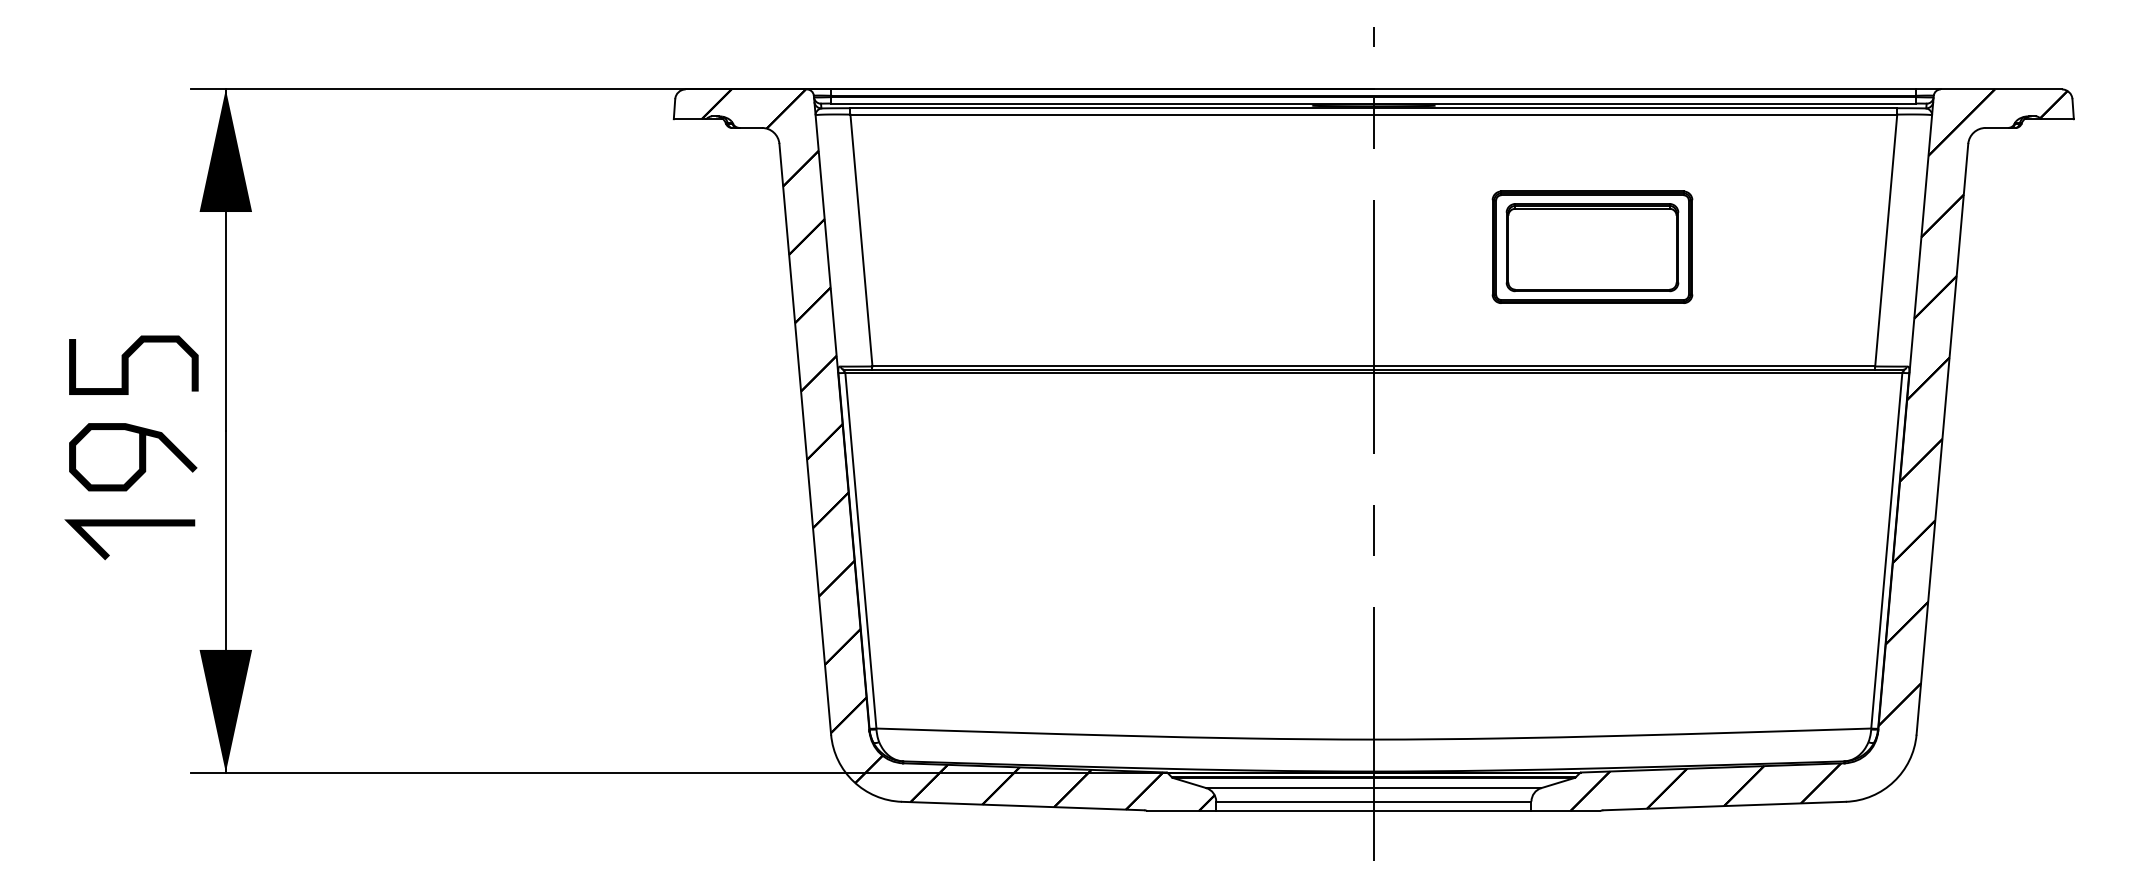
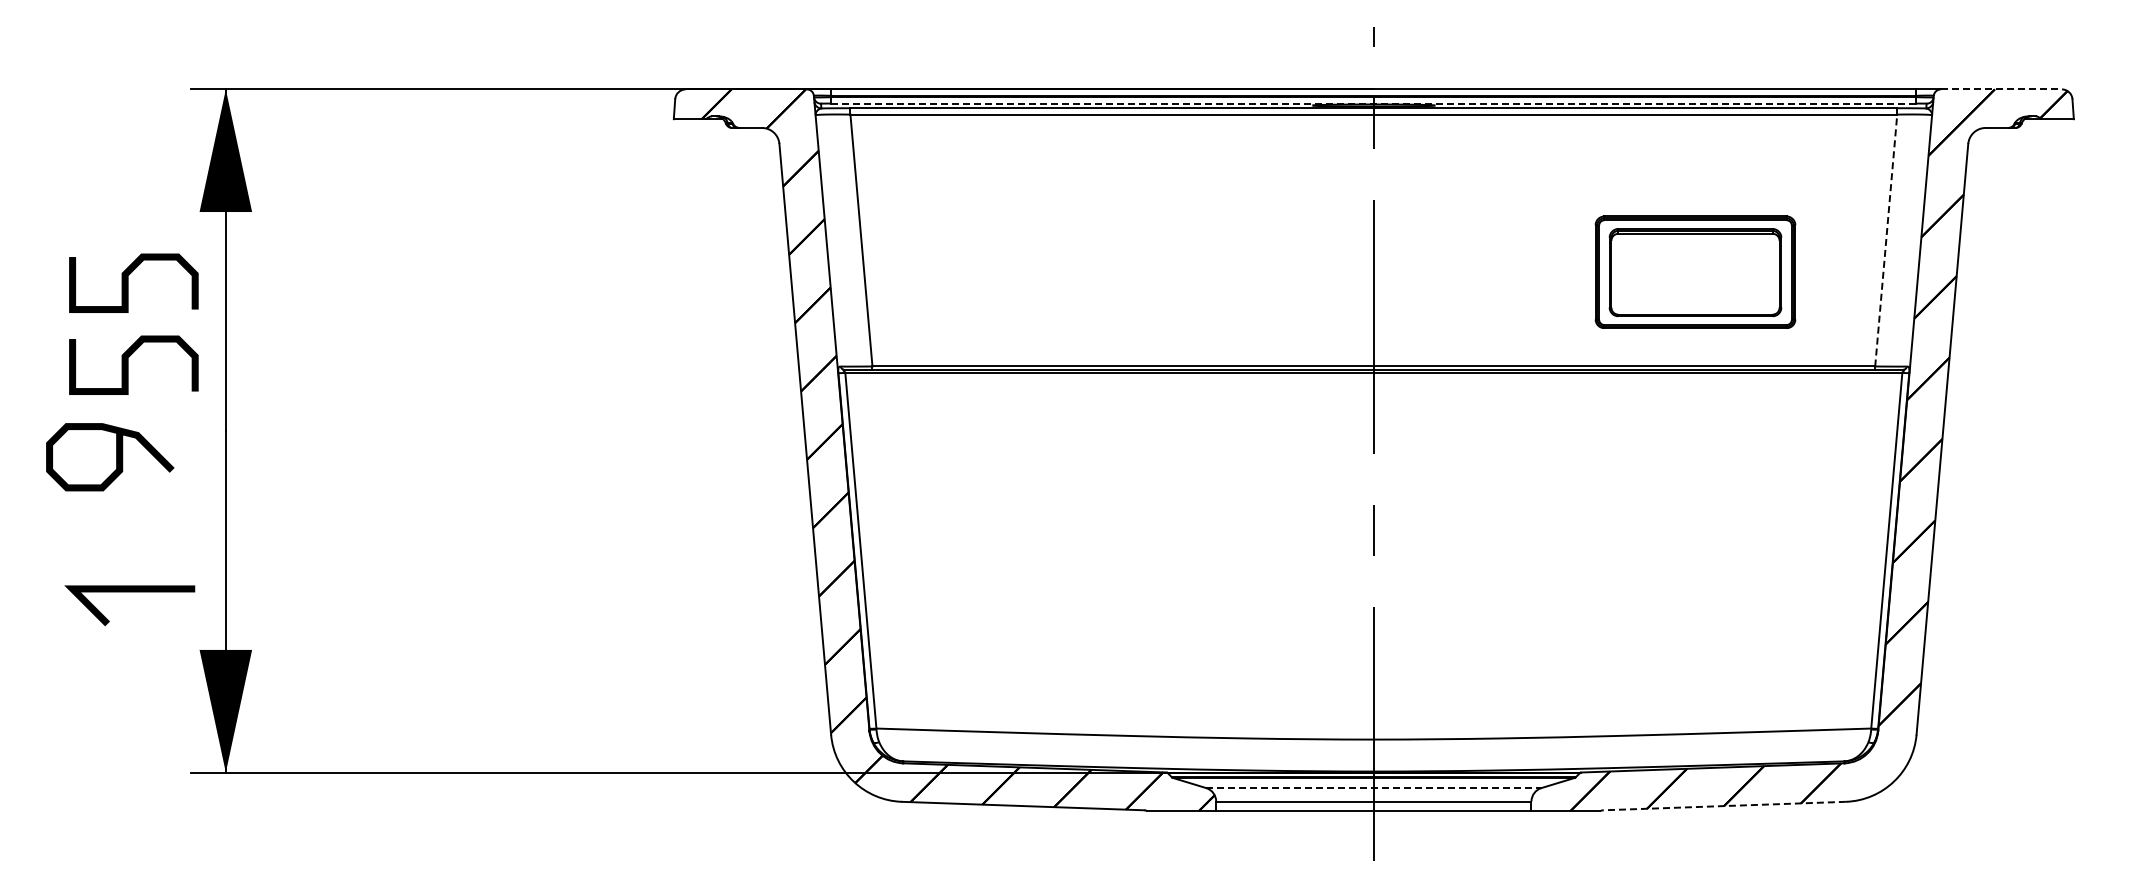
line at (2001, 89): solid -> dashed
line at (1374, 103): solid -> dashed
line at (1886, 240): solid -> dashed
part at (1592, 246) position: (1592, 246) -> (1695, 271)
curve at (128, 282): none -> present
curve at (139, 457) position: (139, 457) -> (116, 457)
line at (129, 526) position: (129, 526) -> (129, 592)
line at (1373, 788): solid -> dashed
line at (1724, 806): solid -> dashed
